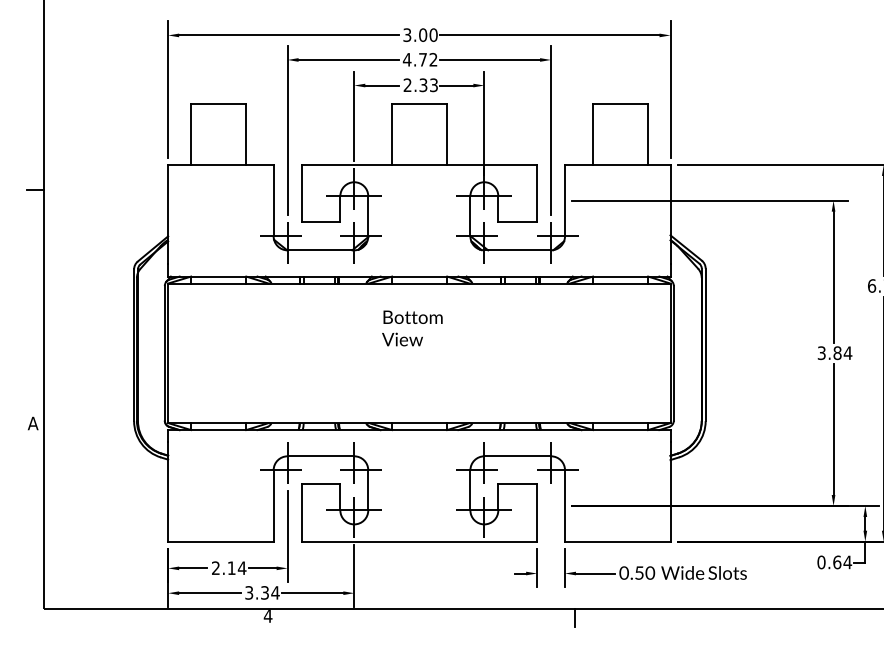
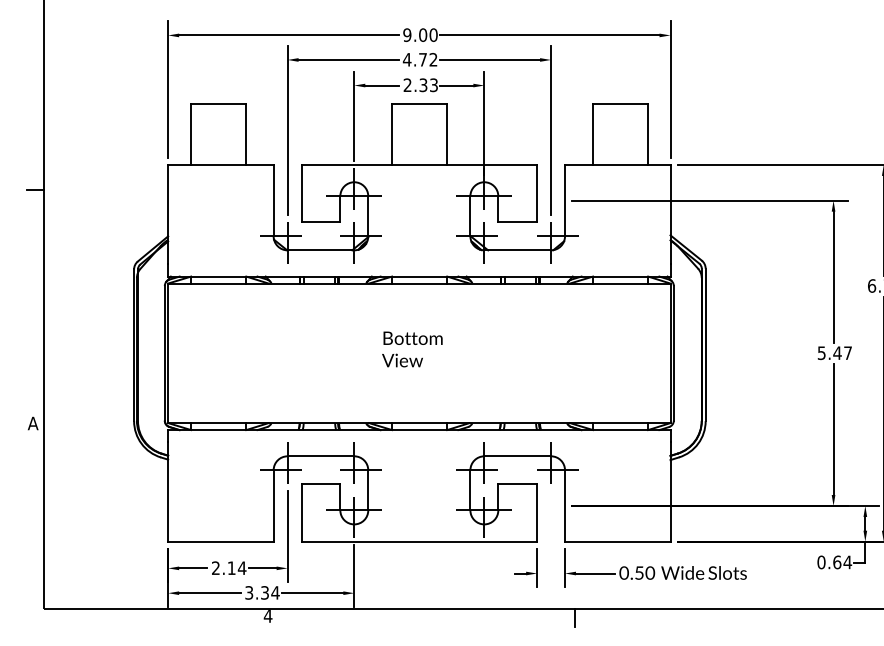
text at (407, 34): 3.00 -> 9.00
text at (412, 328) position: (412, 328) -> (412, 349)
text at (835, 353): 3.84 -> 5.47
